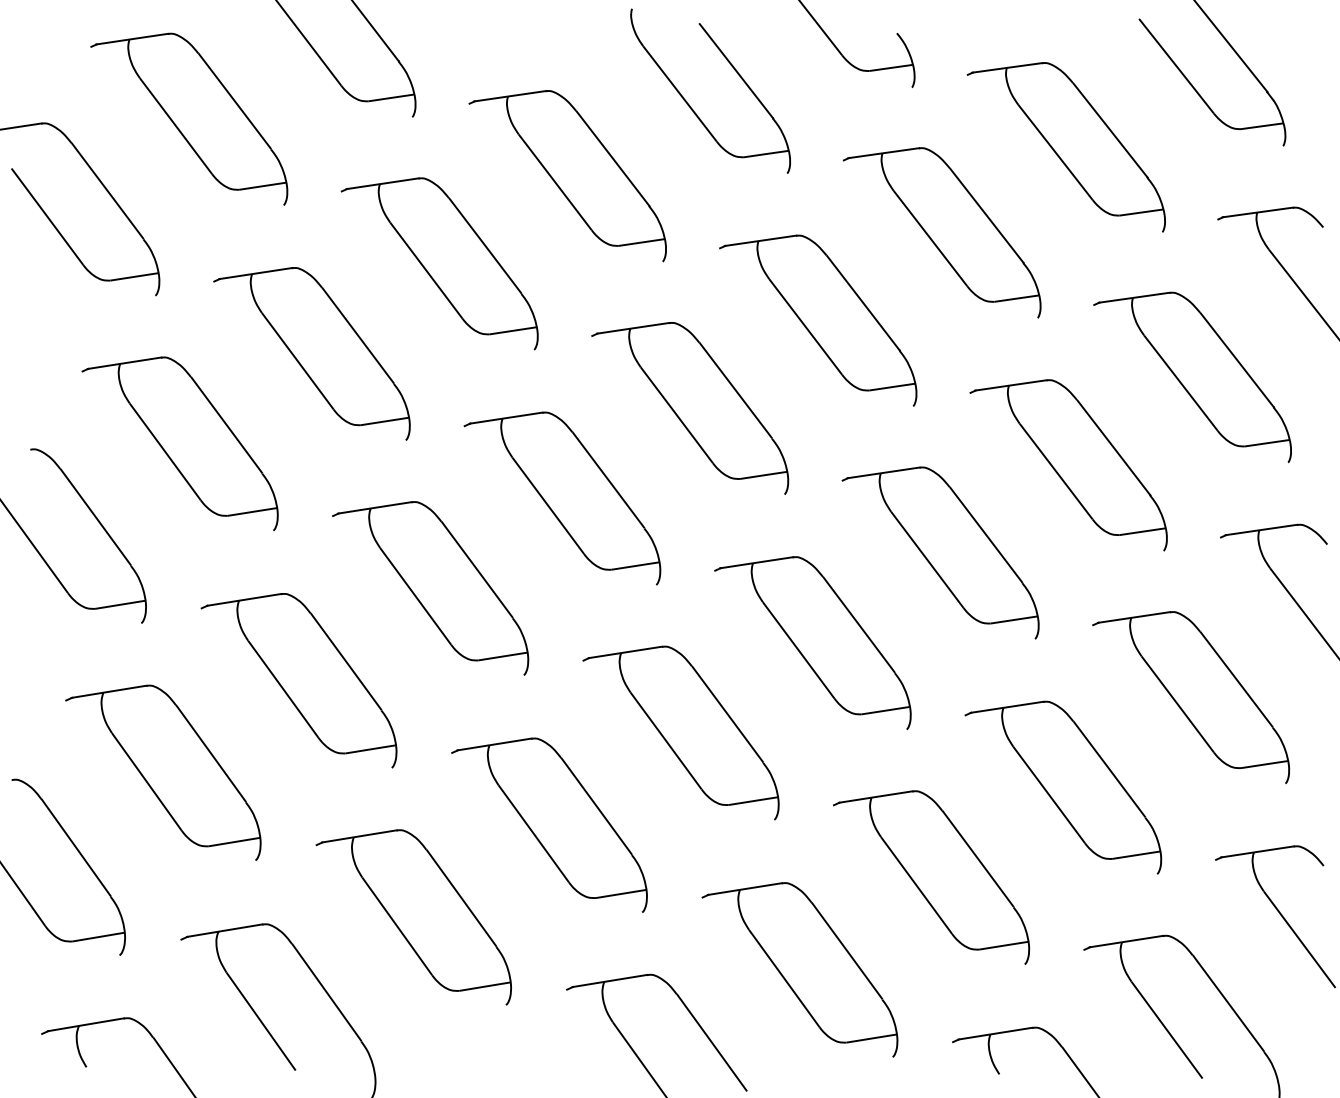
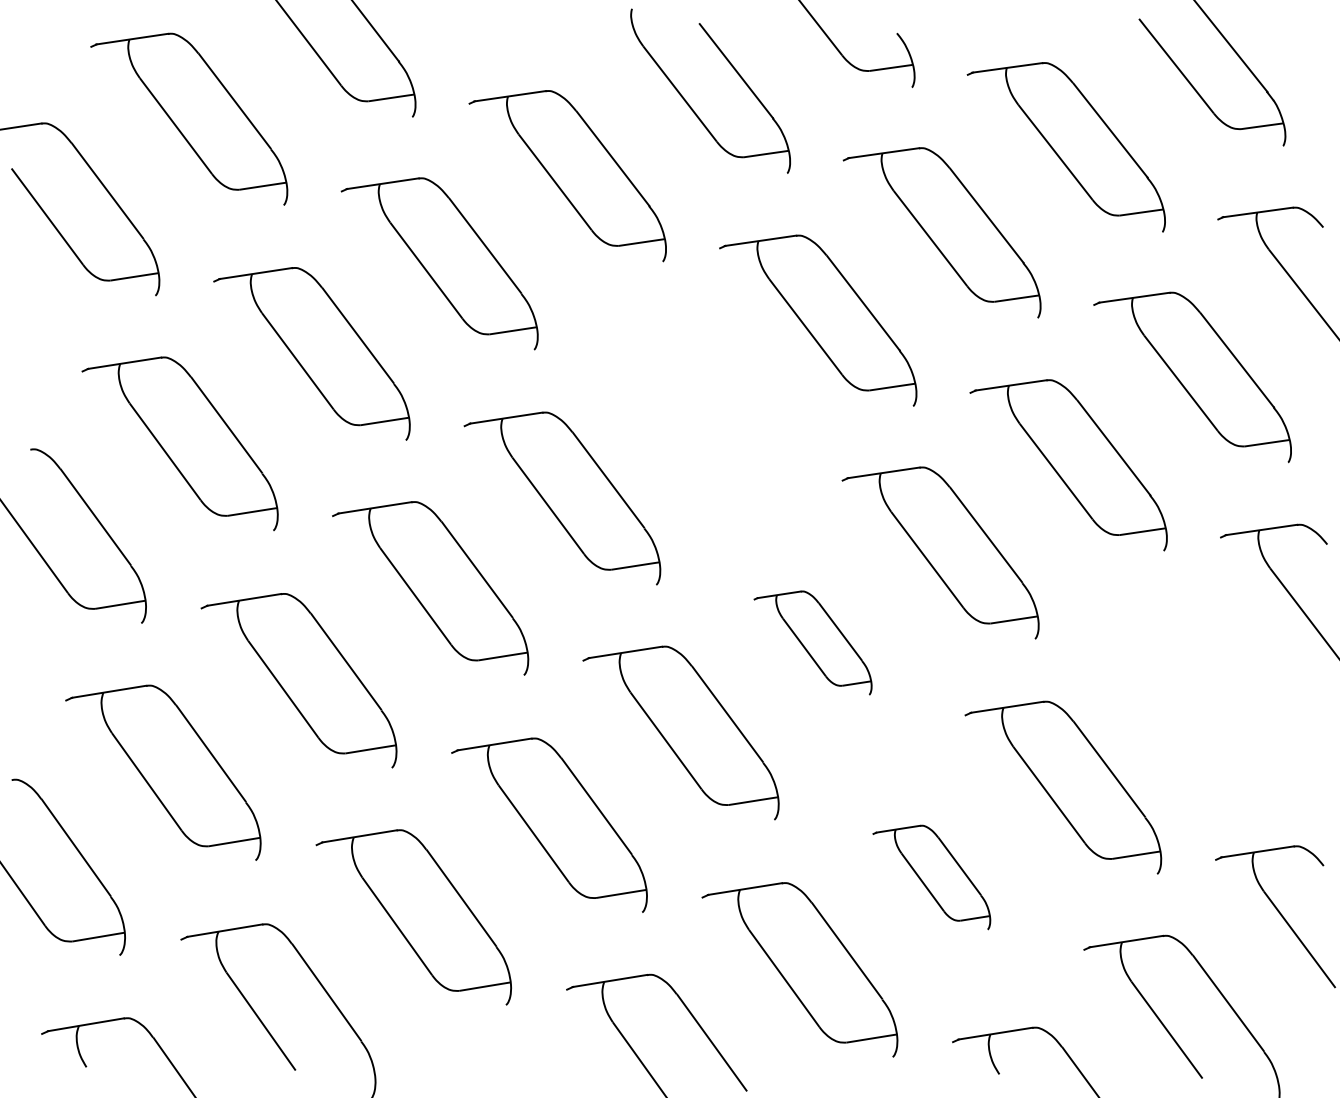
part at (690, 408): present -> none
part at (812, 642) size: 198x174 px -> 120x106 px
part at (1191, 697): present -> none
part at (931, 877) size: 198x175 px -> 120x107 px
